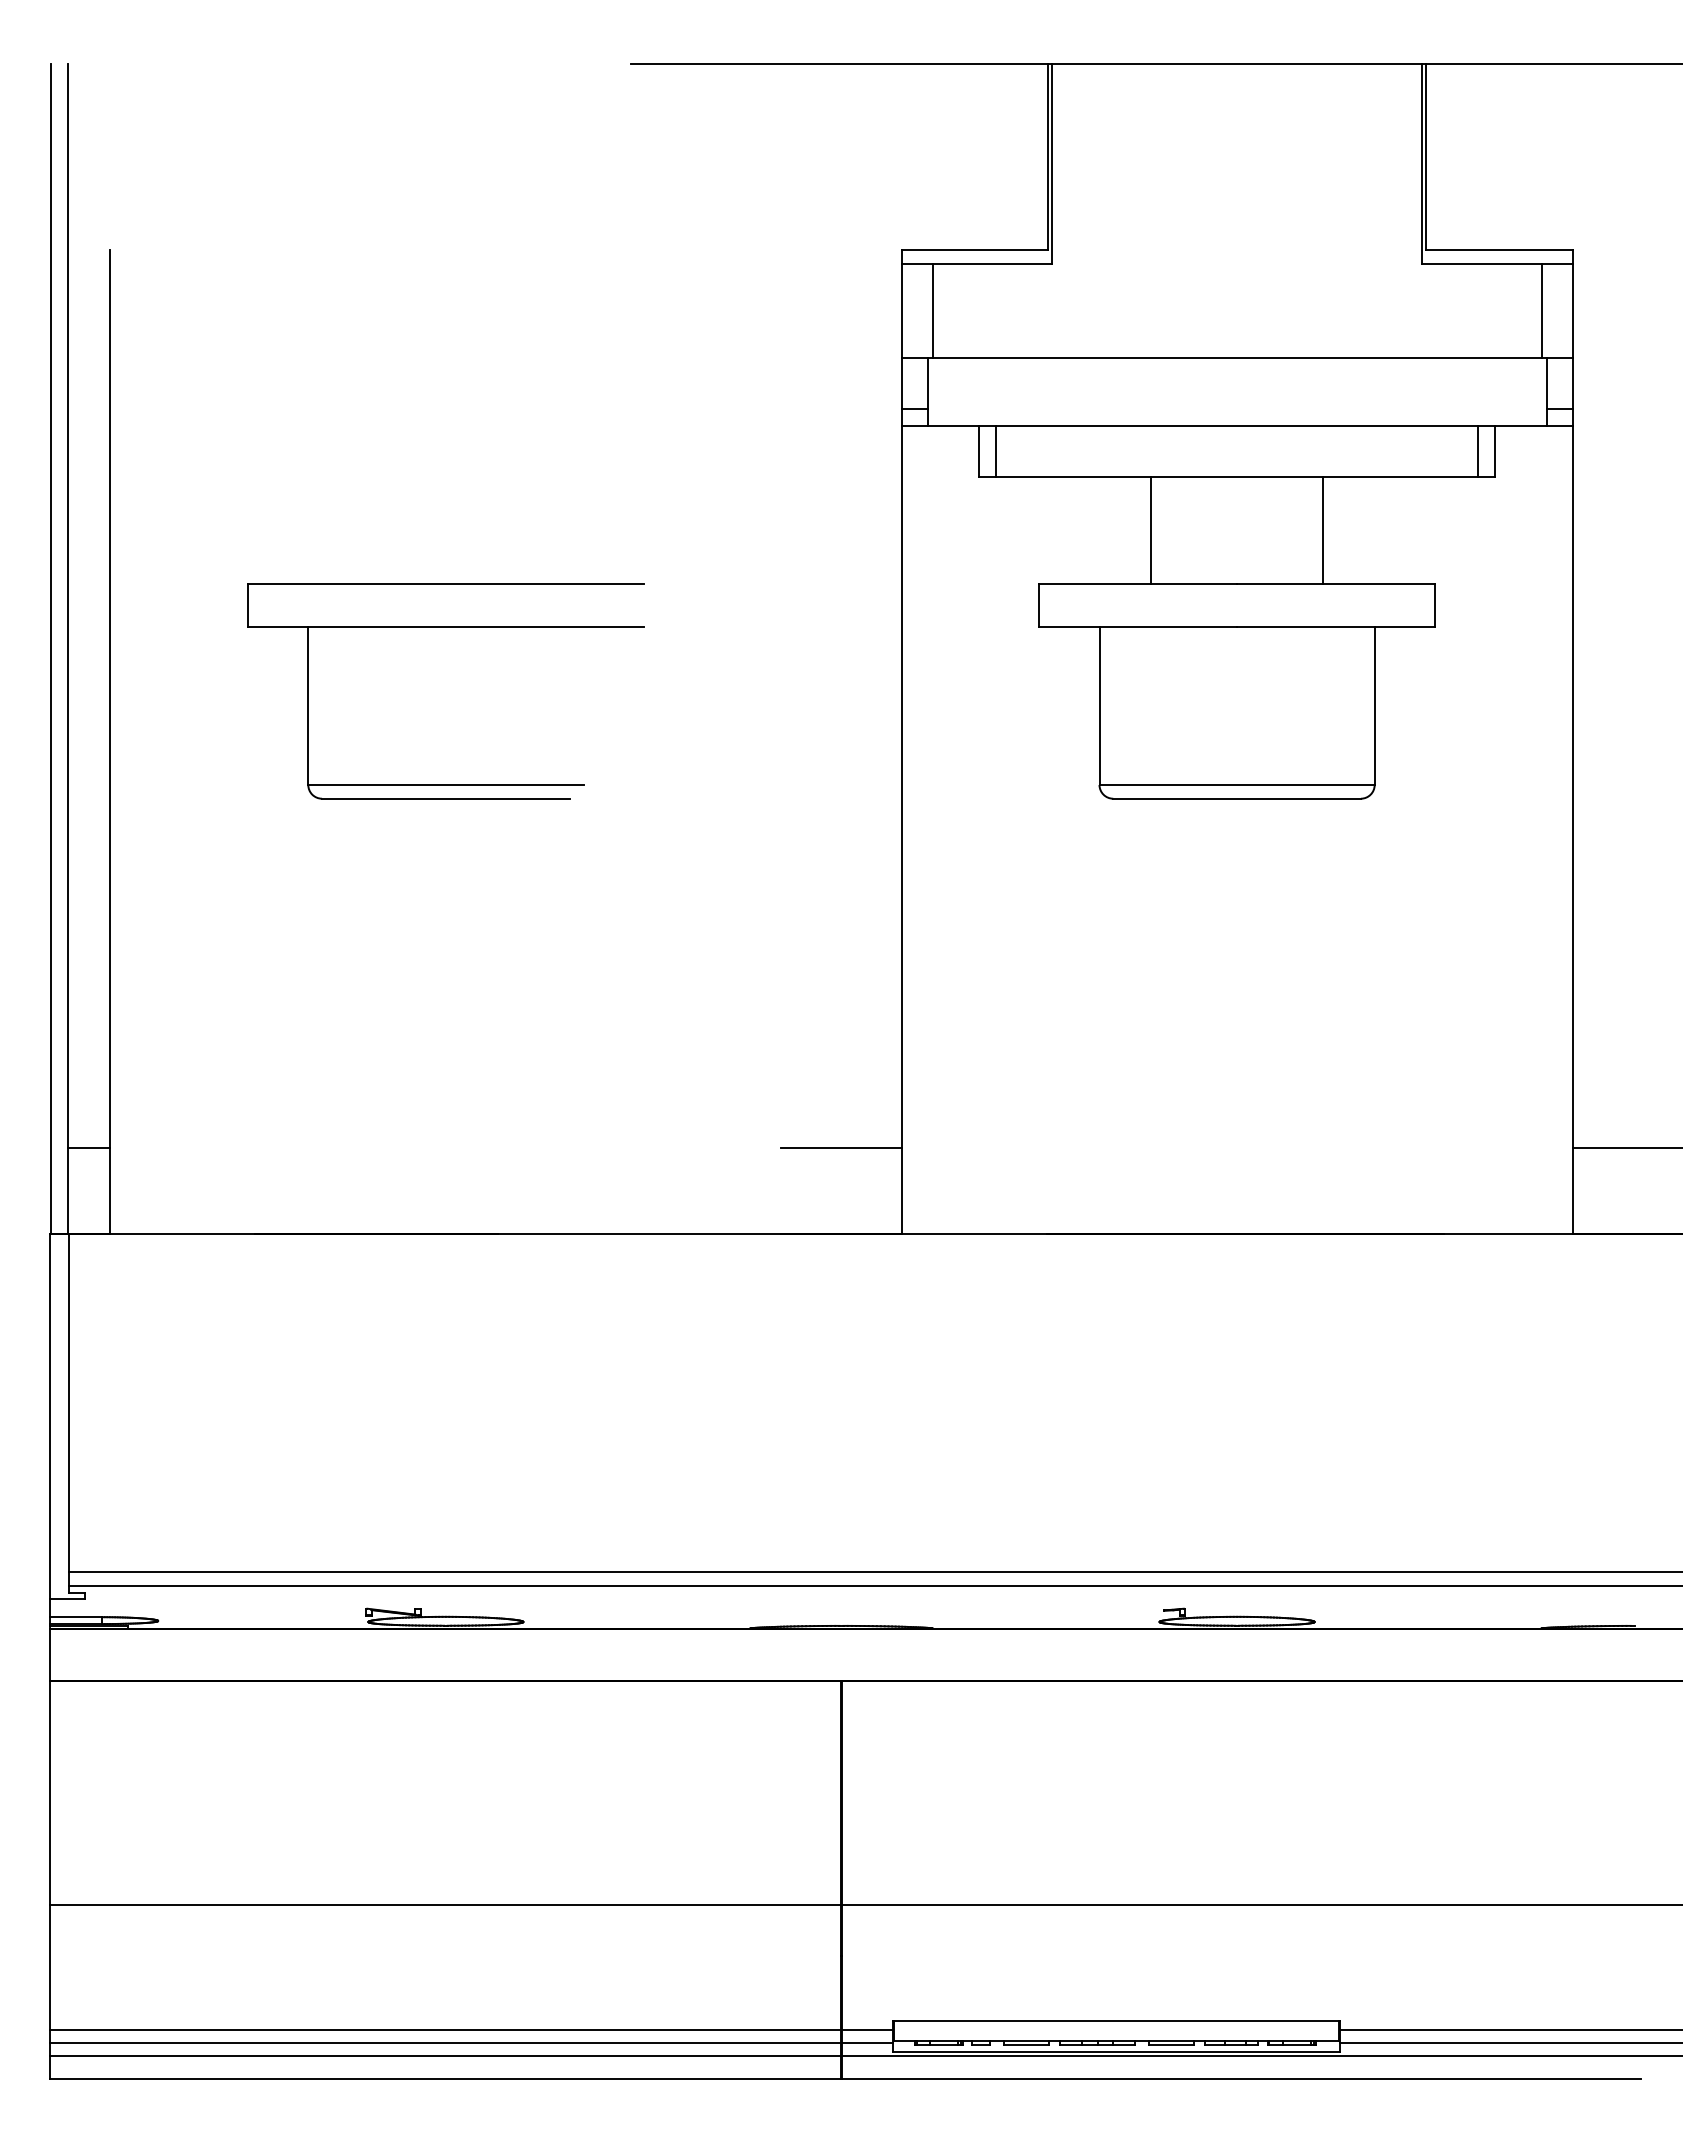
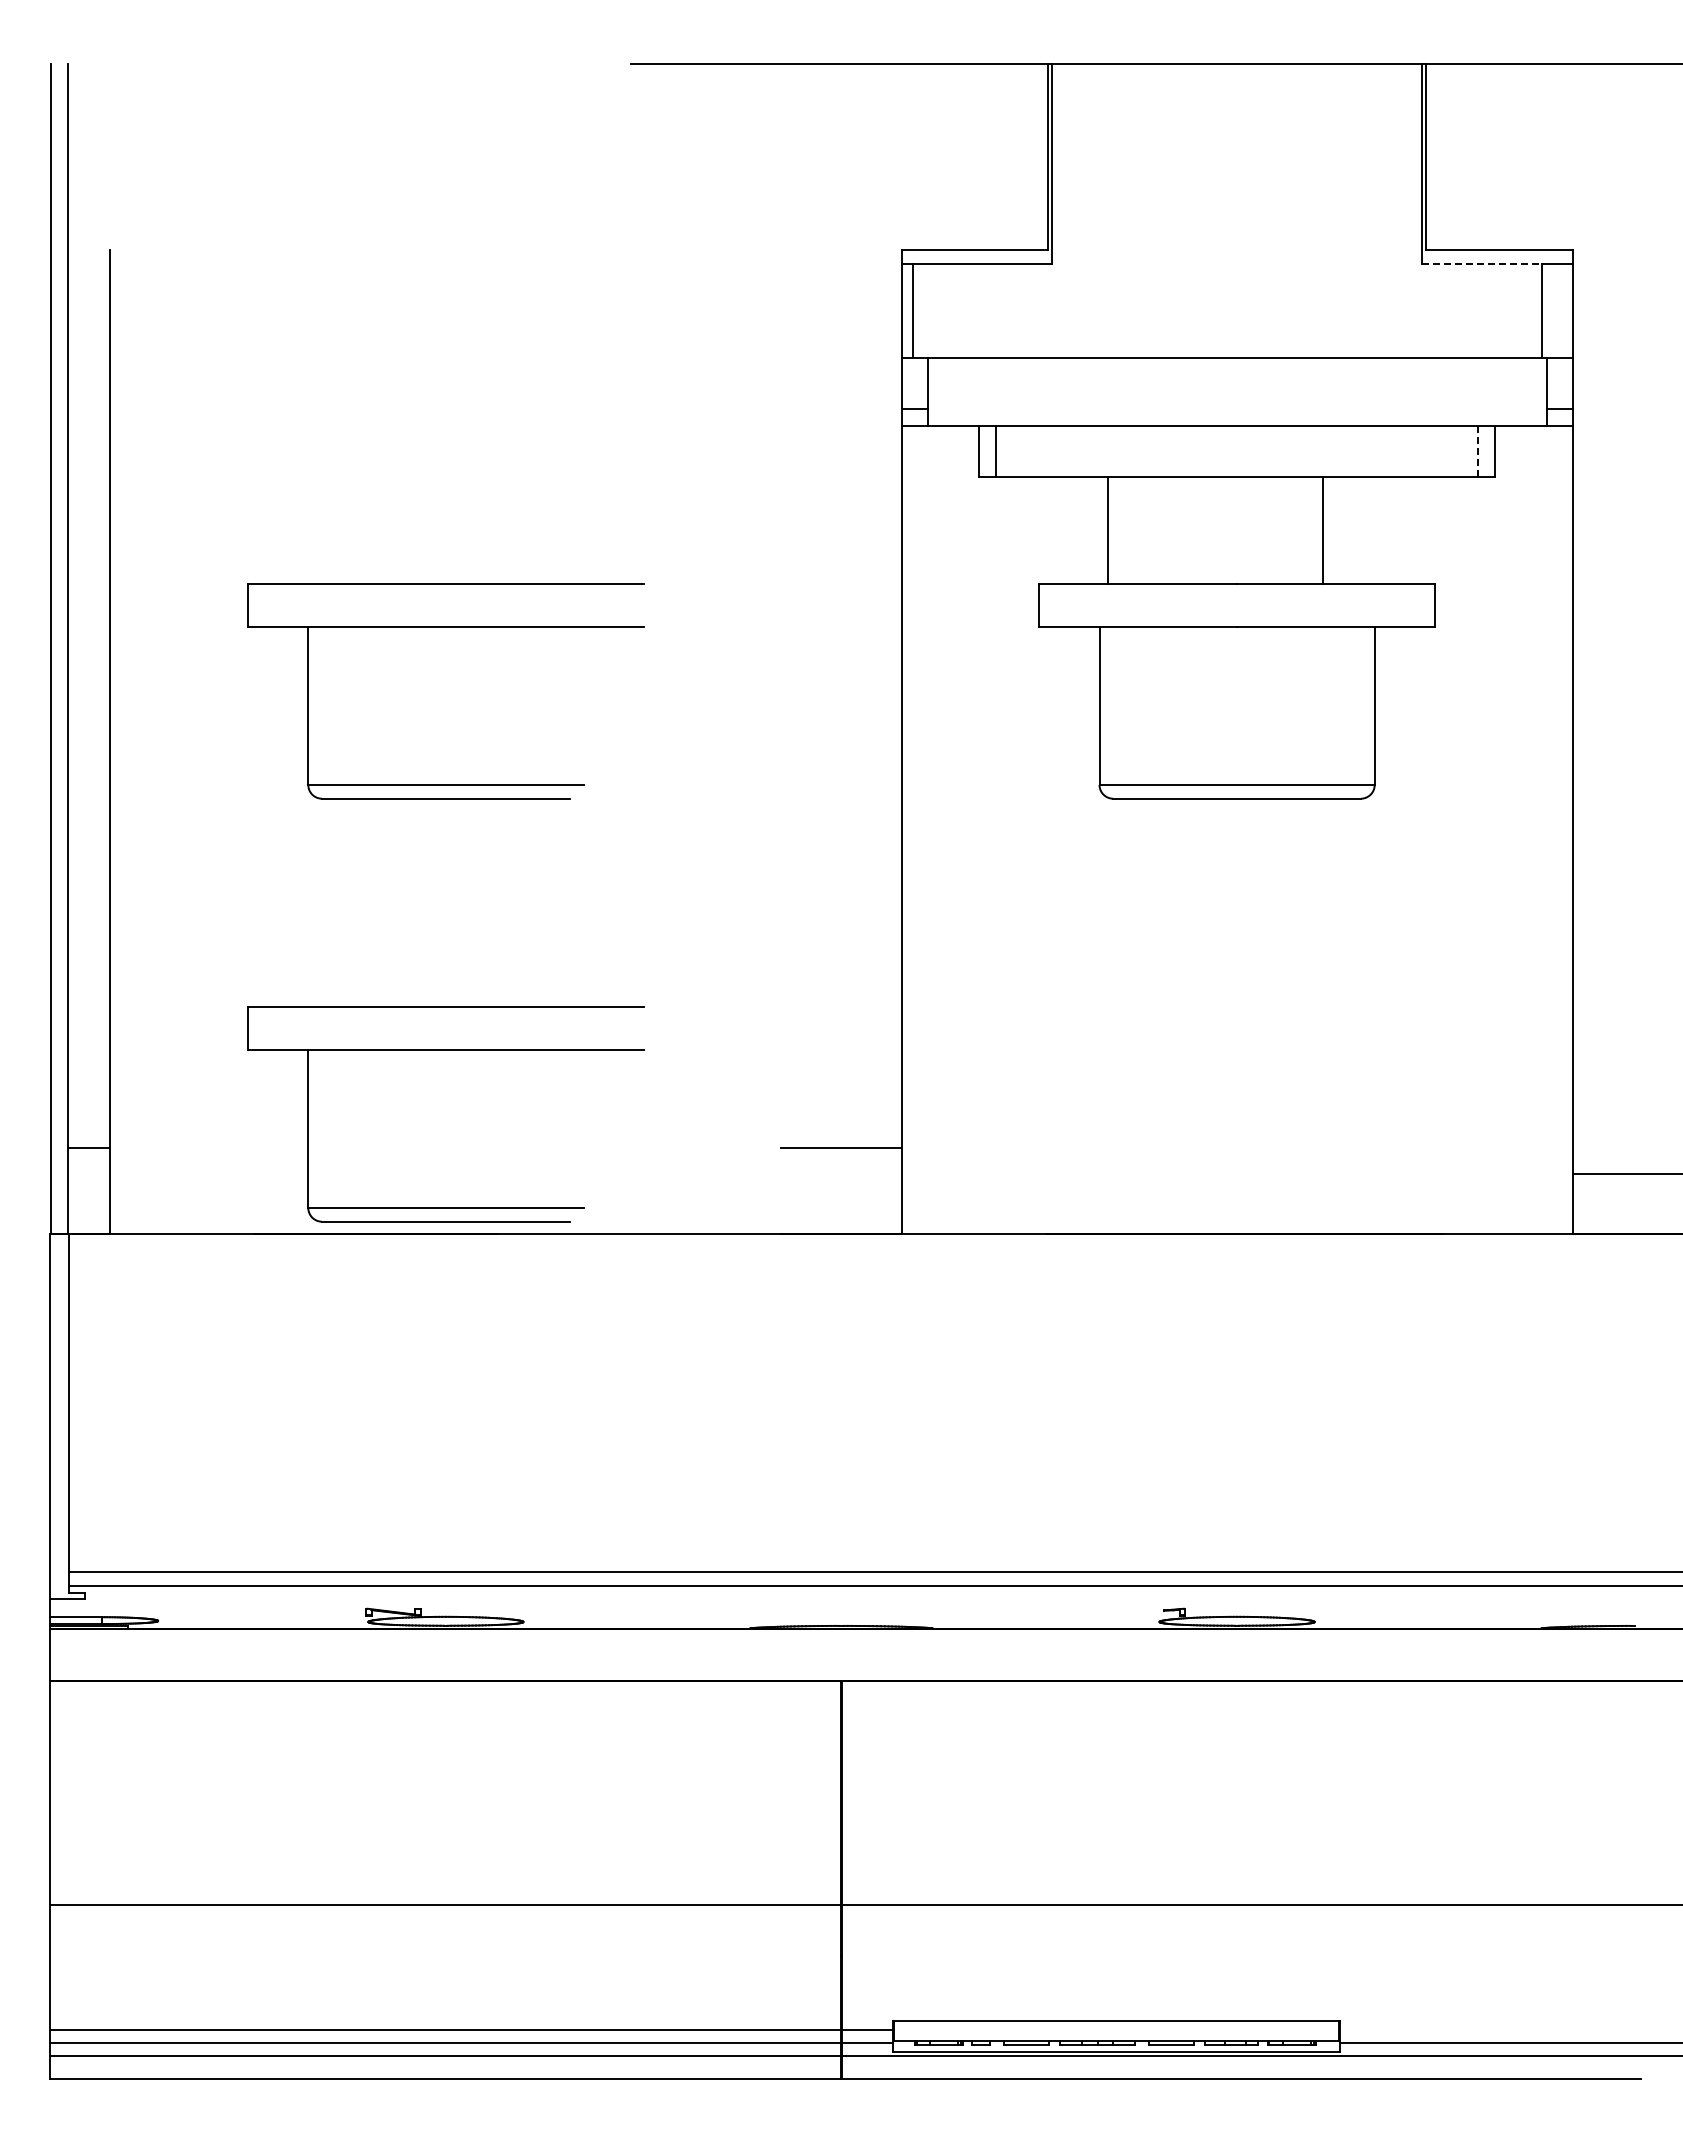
line at (1481, 263): solid -> dashed
line at (932, 310) position: (932, 310) -> (912, 310)
line at (1477, 451): solid -> dashed
line at (1151, 530) position: (1151, 530) -> (1108, 530)
part at (445, 1050): none -> present
line at (1625, 1147) position: (1625, 1147) -> (1625, 1173)
line at (1509, 2029): present -> none
